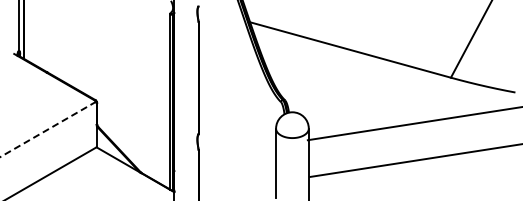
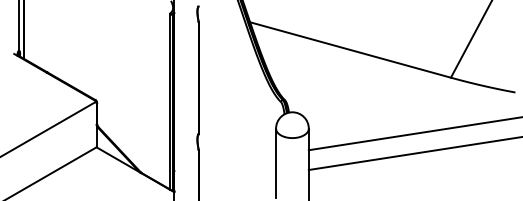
line at (413, 123) position: (413, 123) -> (413, 133)
line at (48, 129): dashed -> solid
line at (414, 160) position: (414, 160) -> (413, 153)
